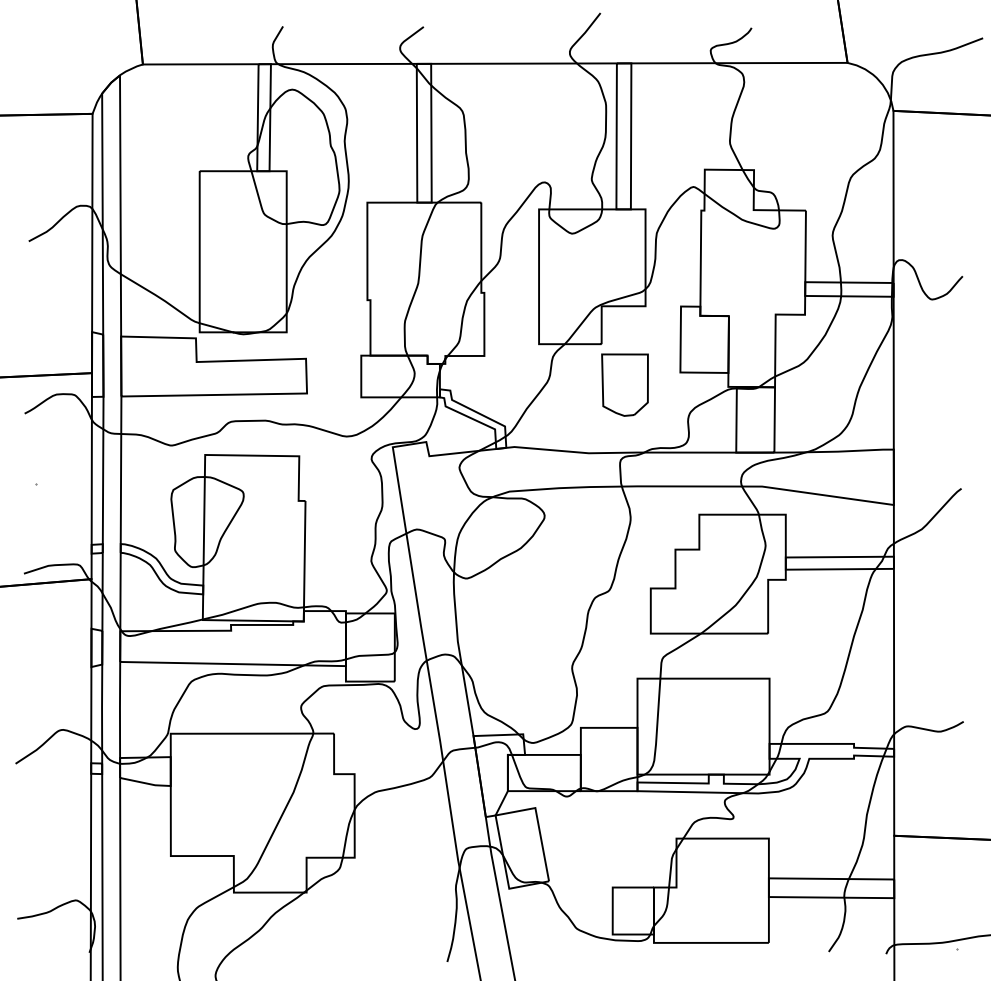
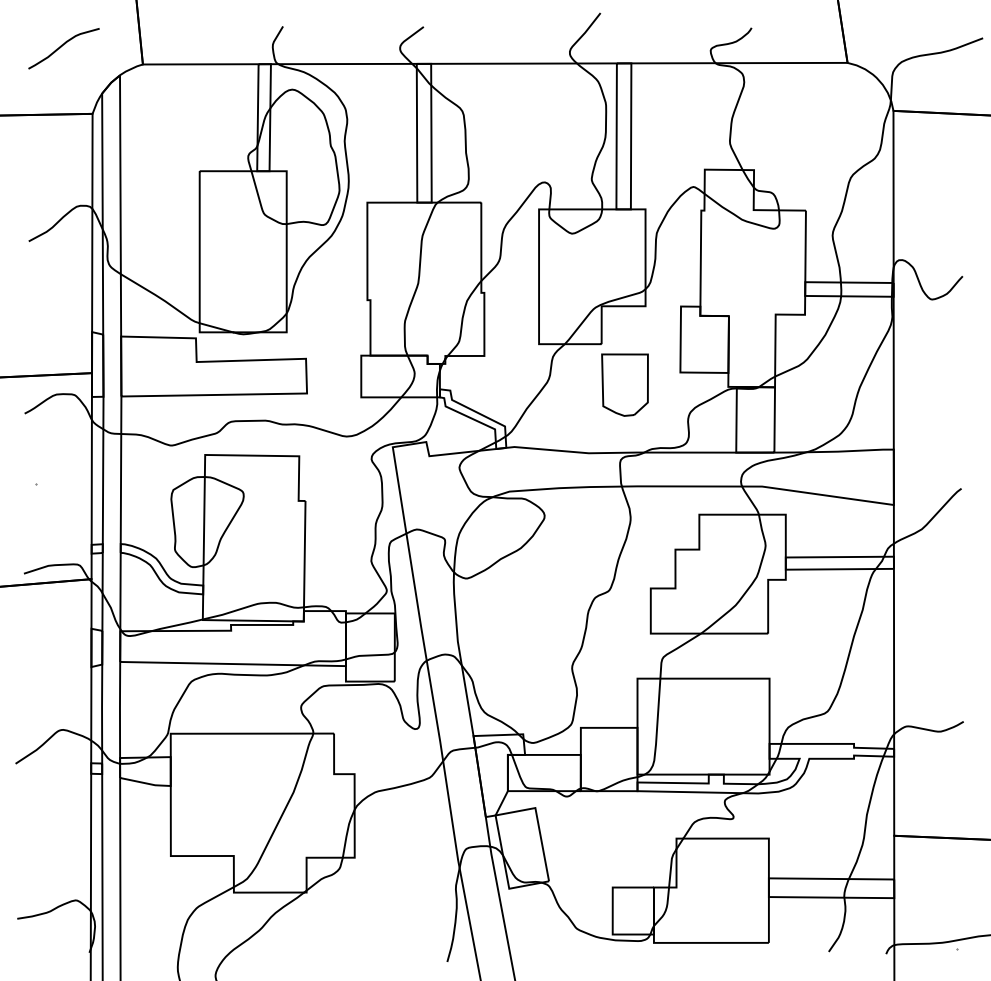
curve at (62, 46): none -> present
